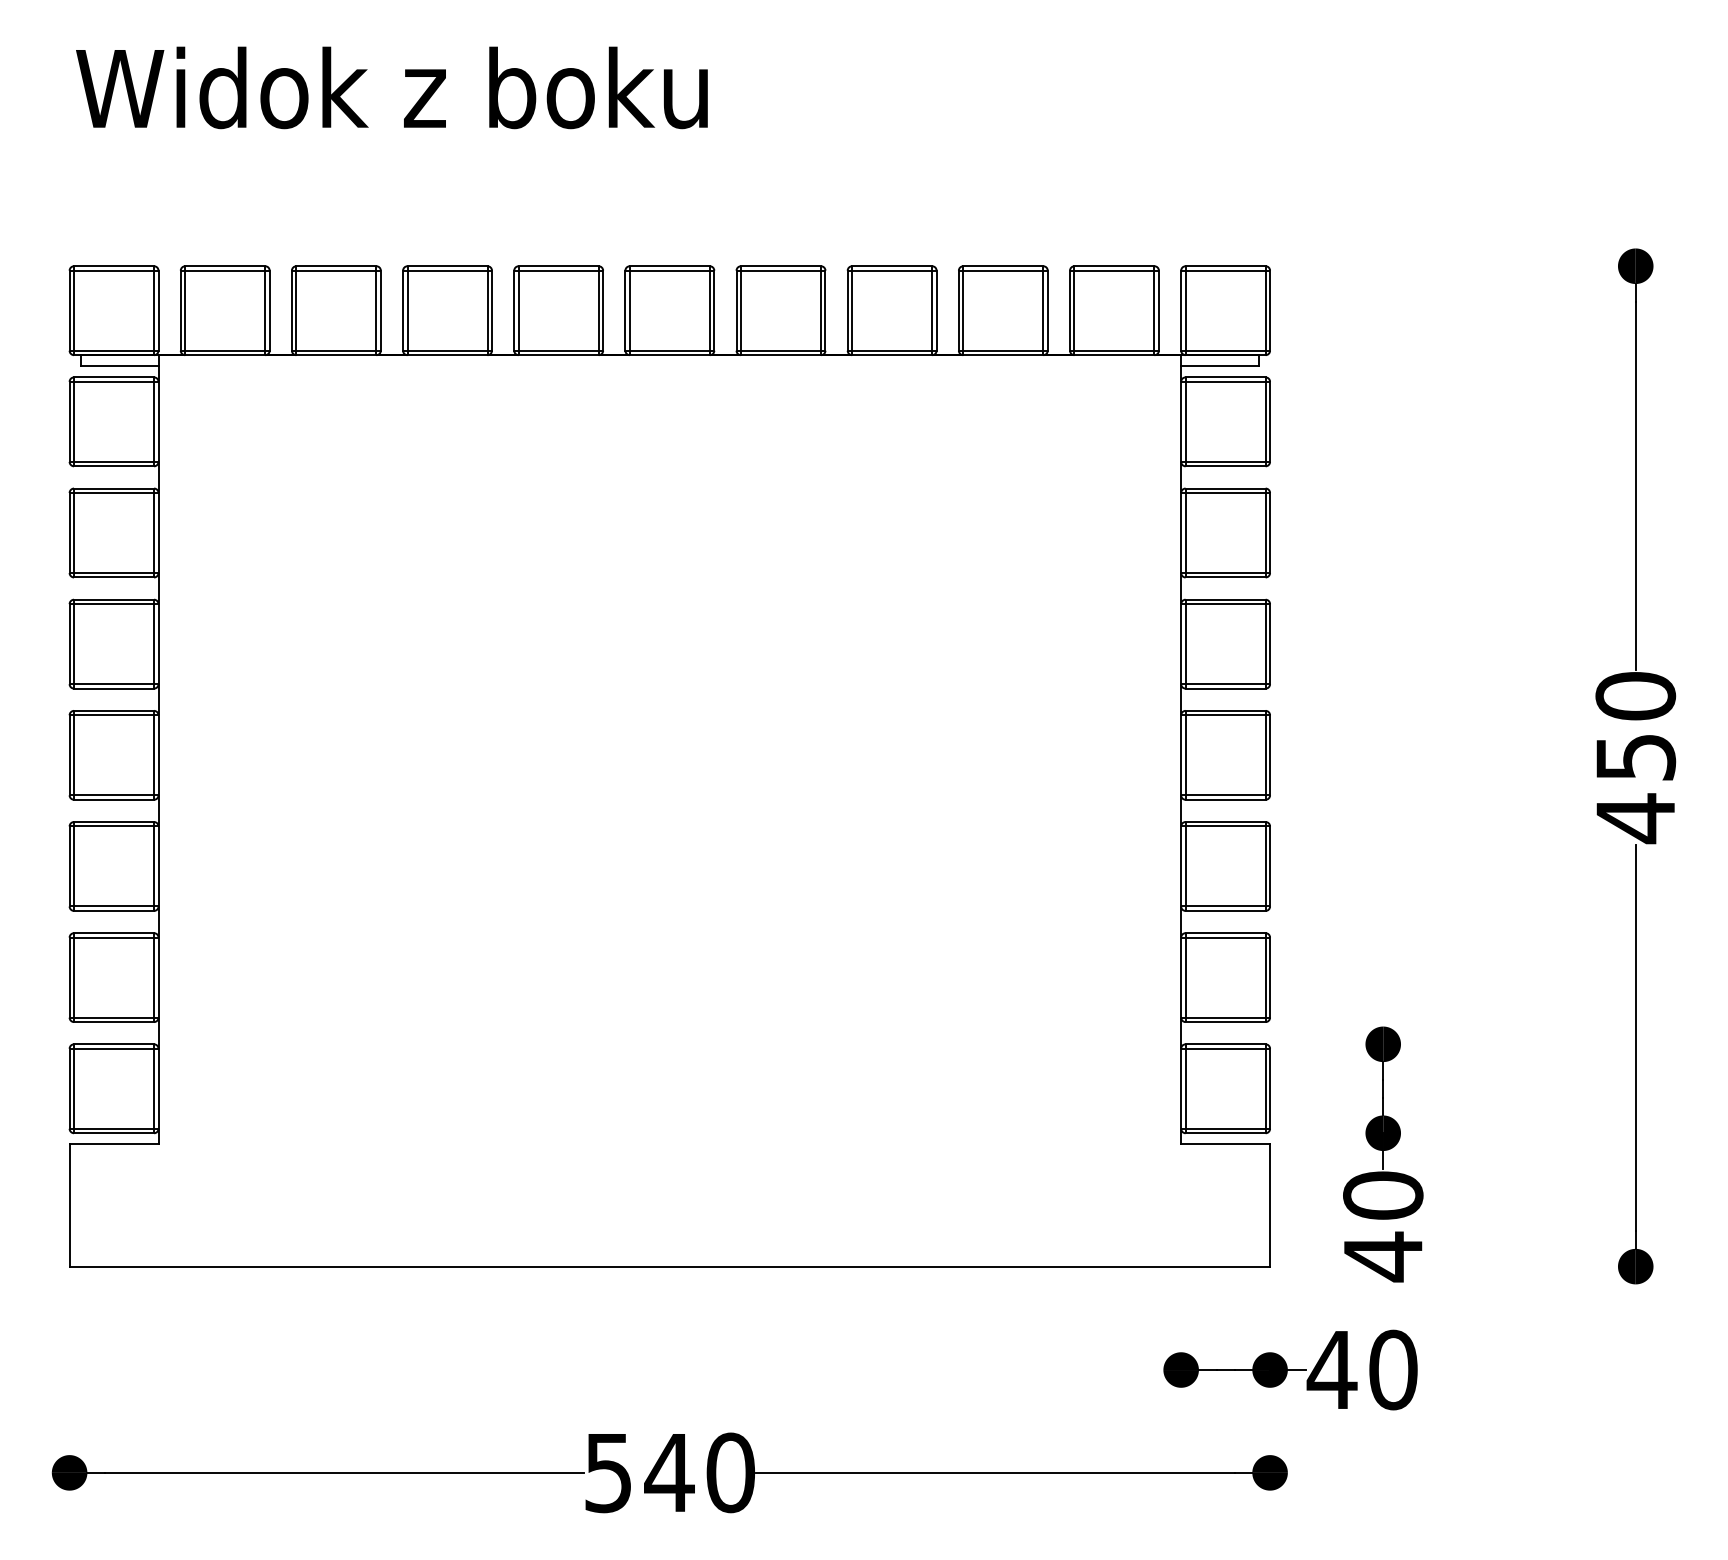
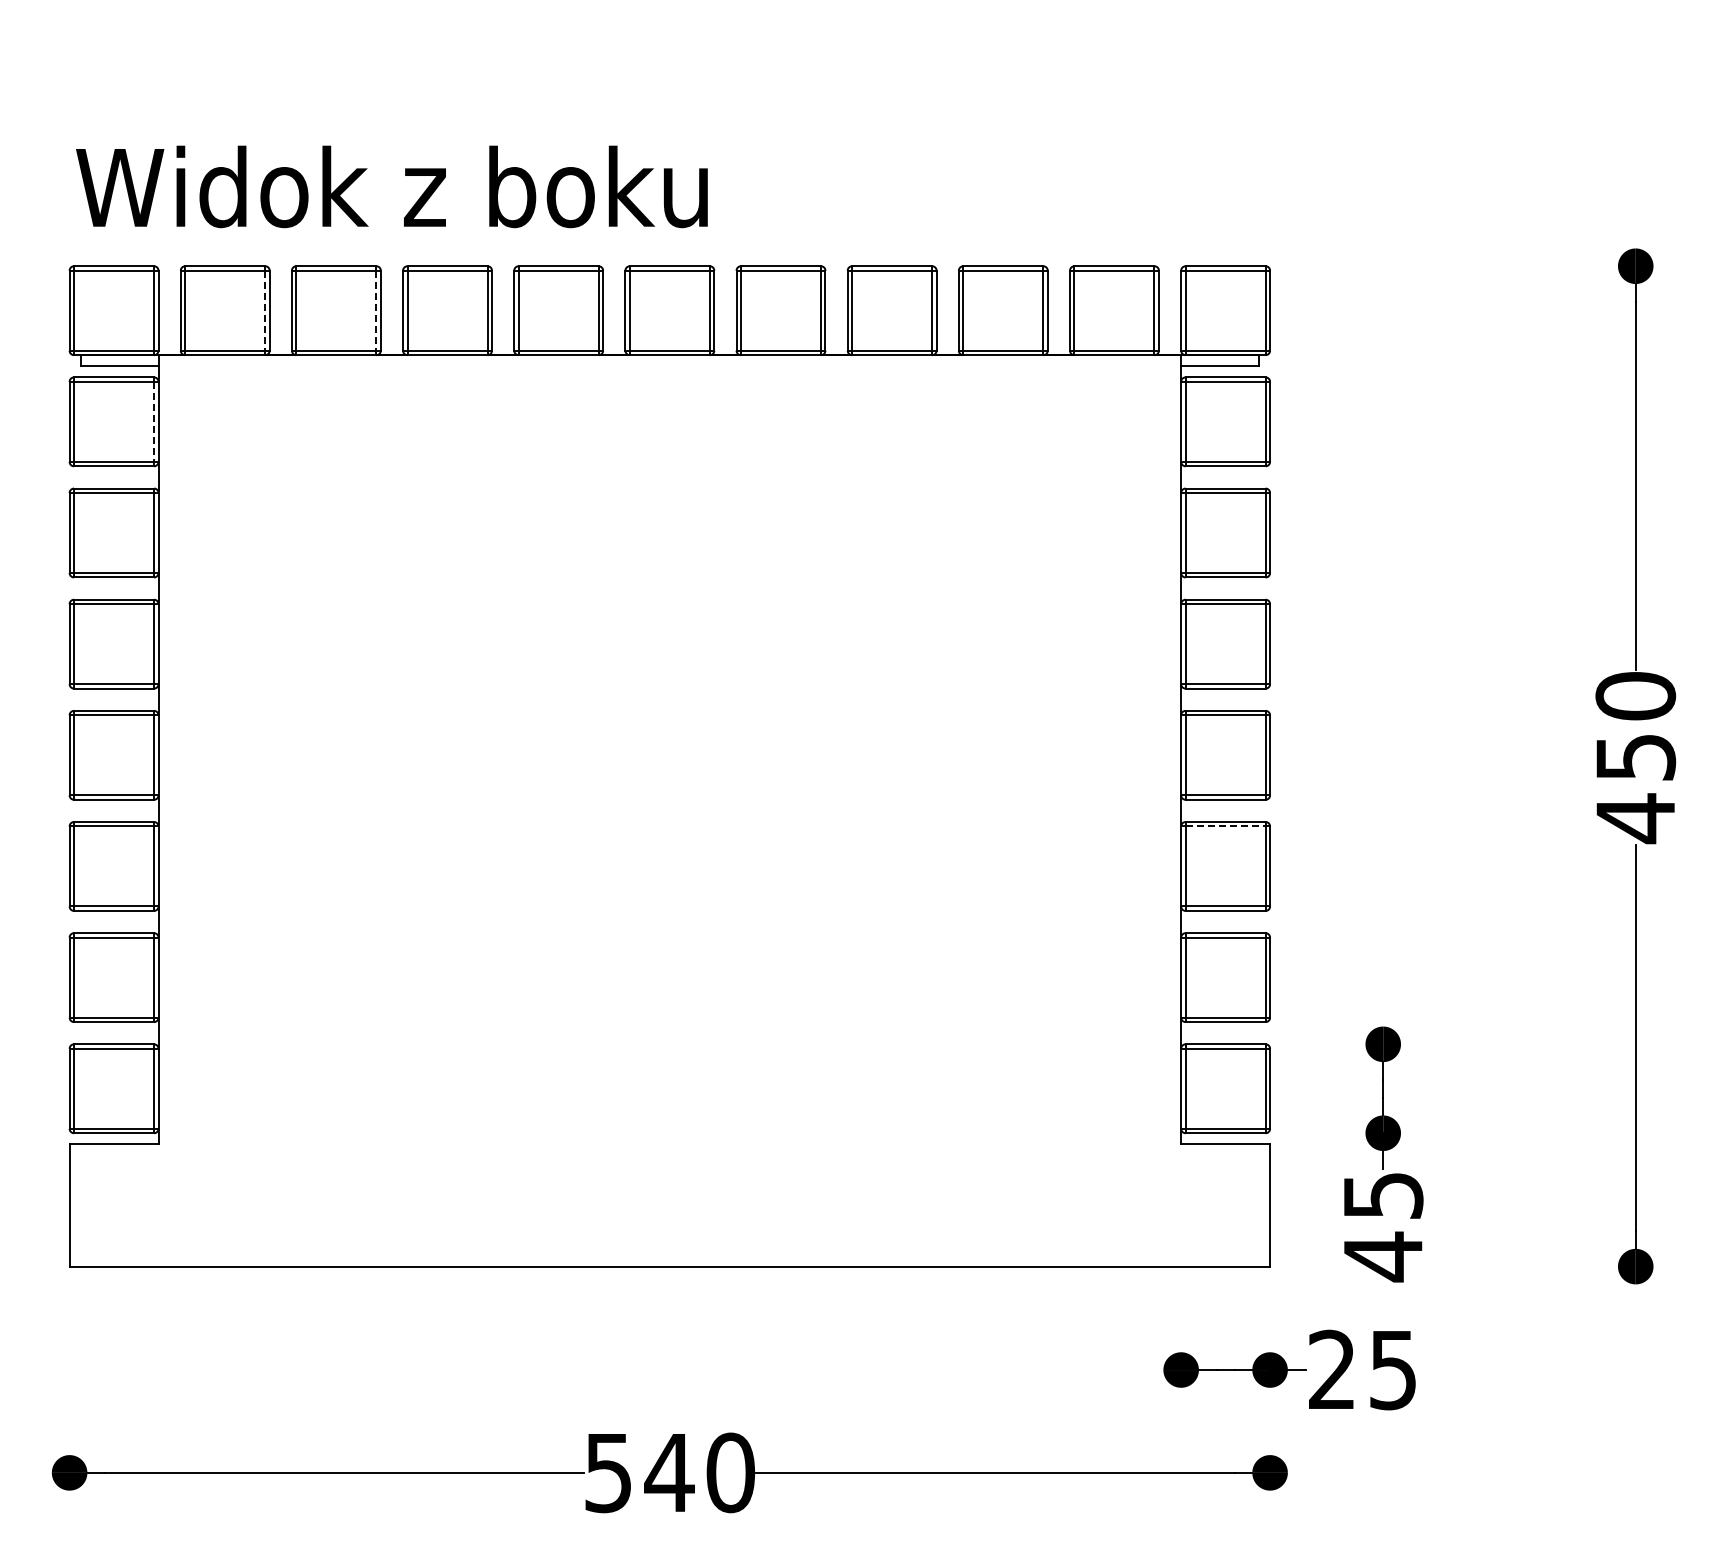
text at (391, 87) position: (391, 87) -> (391, 186)
line at (265, 311): solid -> dashed
line at (376, 311): solid -> dashed
line at (154, 422): solid -> dashed
line at (1226, 826): solid -> dashed
text at (1383, 1195): 40 -> 45
text at (1361, 1369): 40 -> 25
